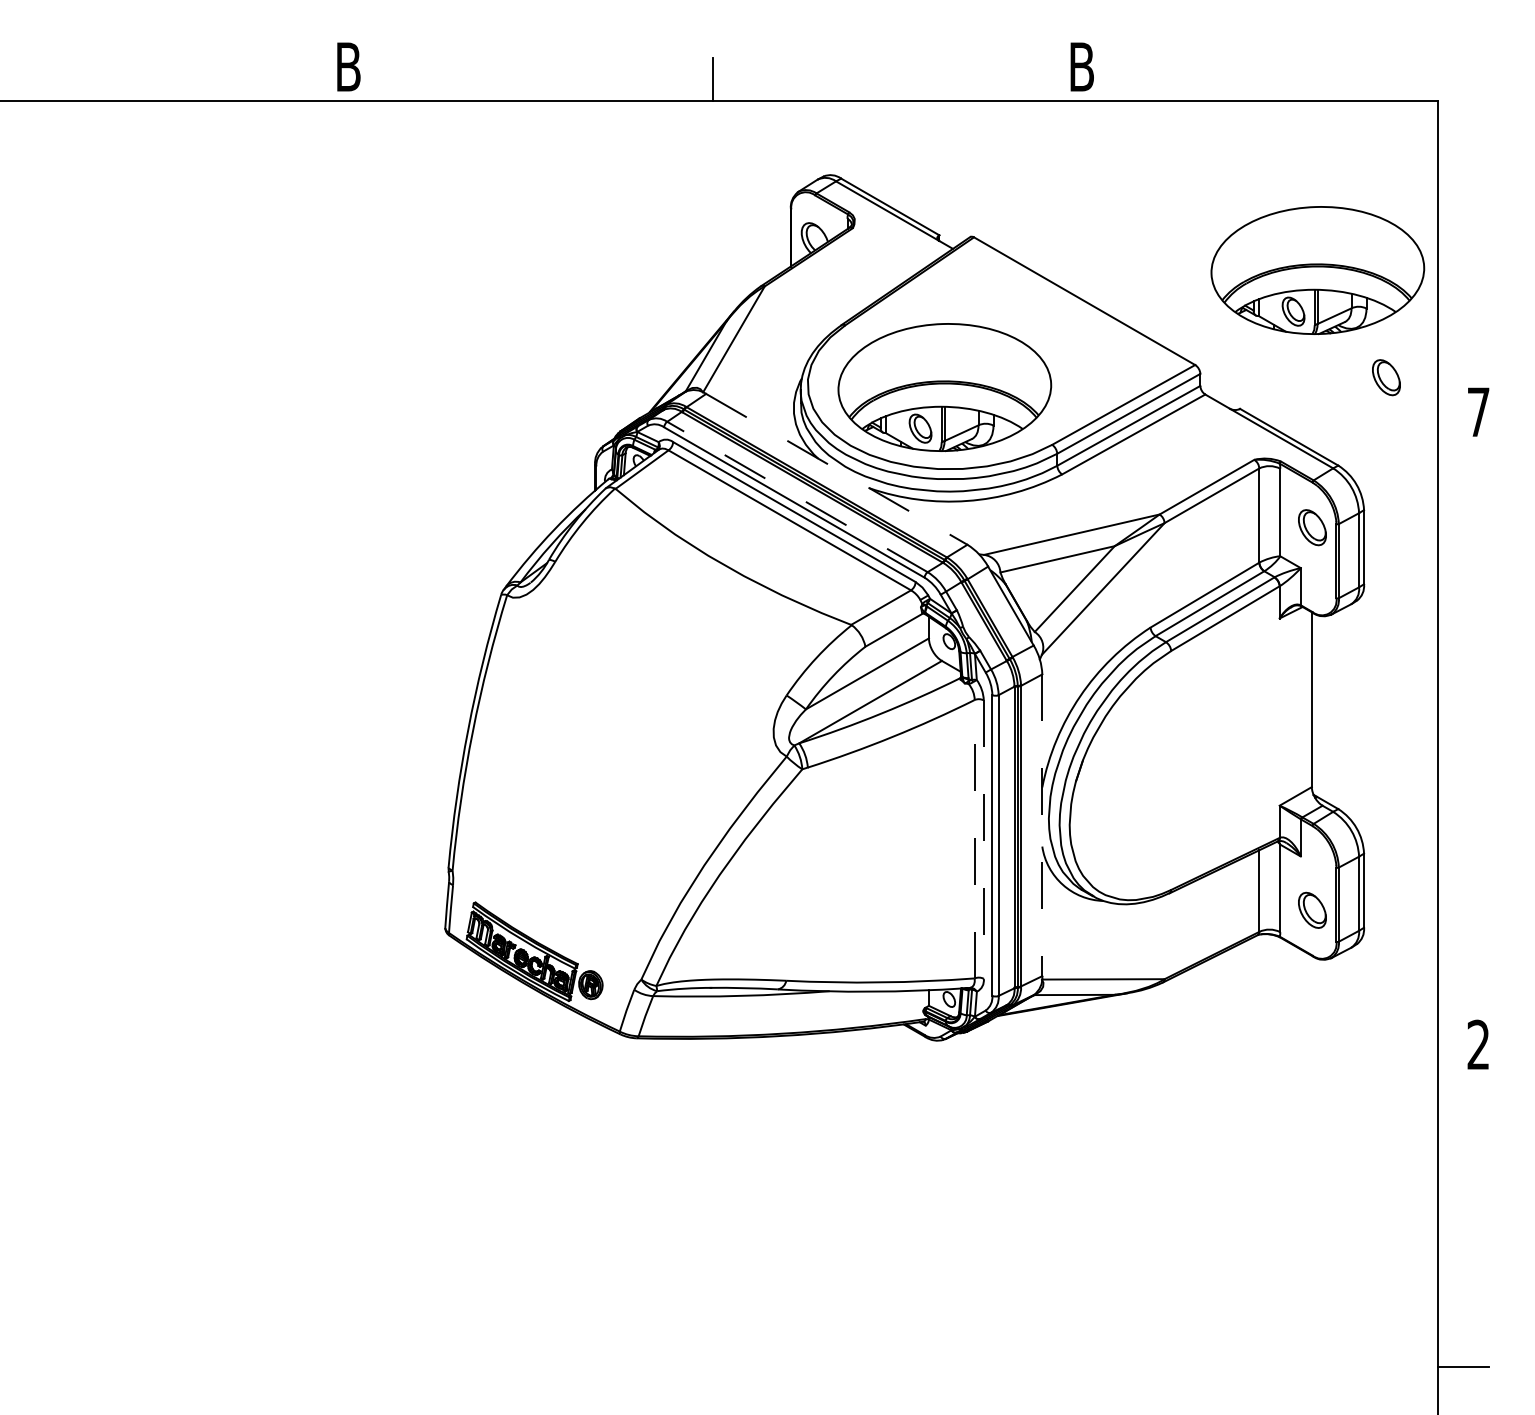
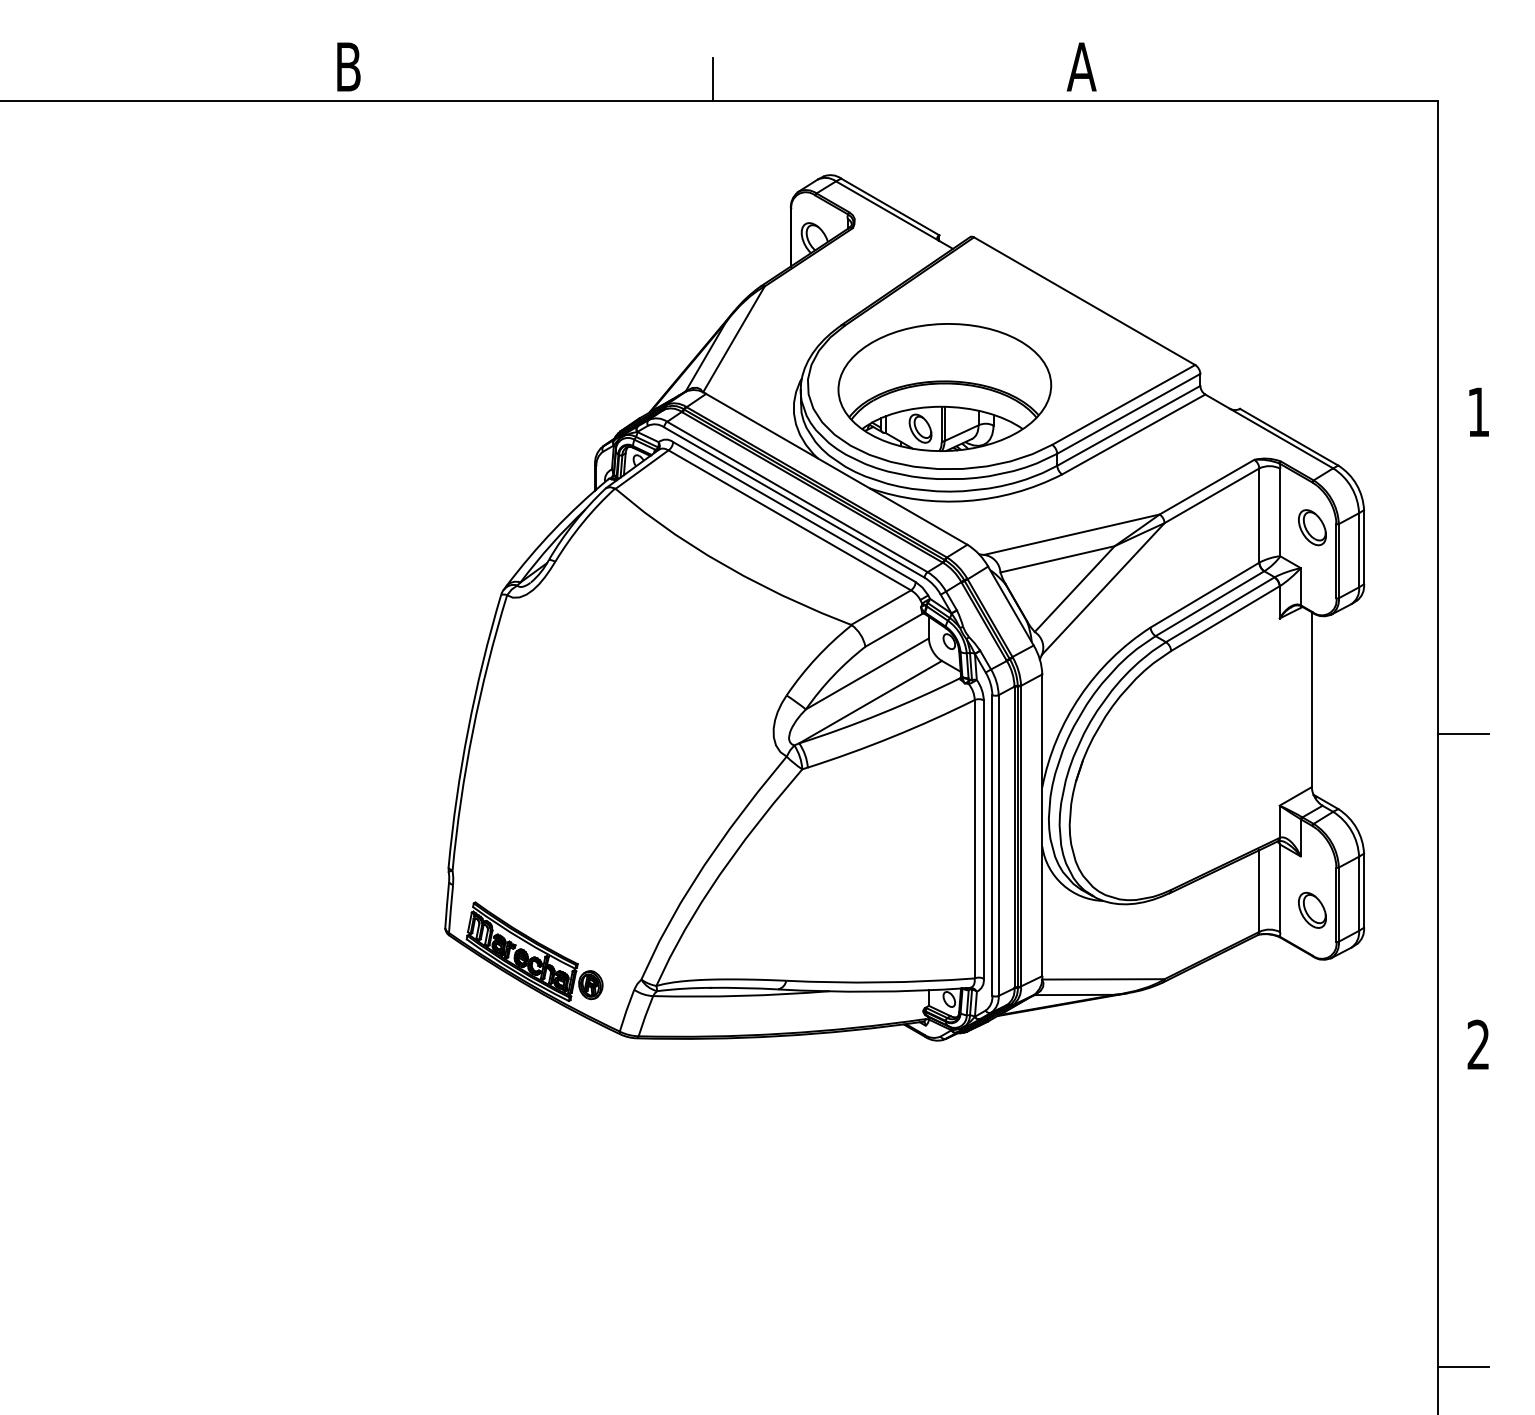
text at (1081, 66): B -> A
part at (1317, 270): present -> none
part at (1386, 377): present -> none
text at (1478, 411): 7 -> 1
line at (836, 469): dashed -> solid
line at (797, 496): dashed -> solid
line at (1463, 734): none -> present
line at (1042, 825): dashed -> solid
line at (974, 838): dashed -> solid
line at (983, 840): dashed -> solid
